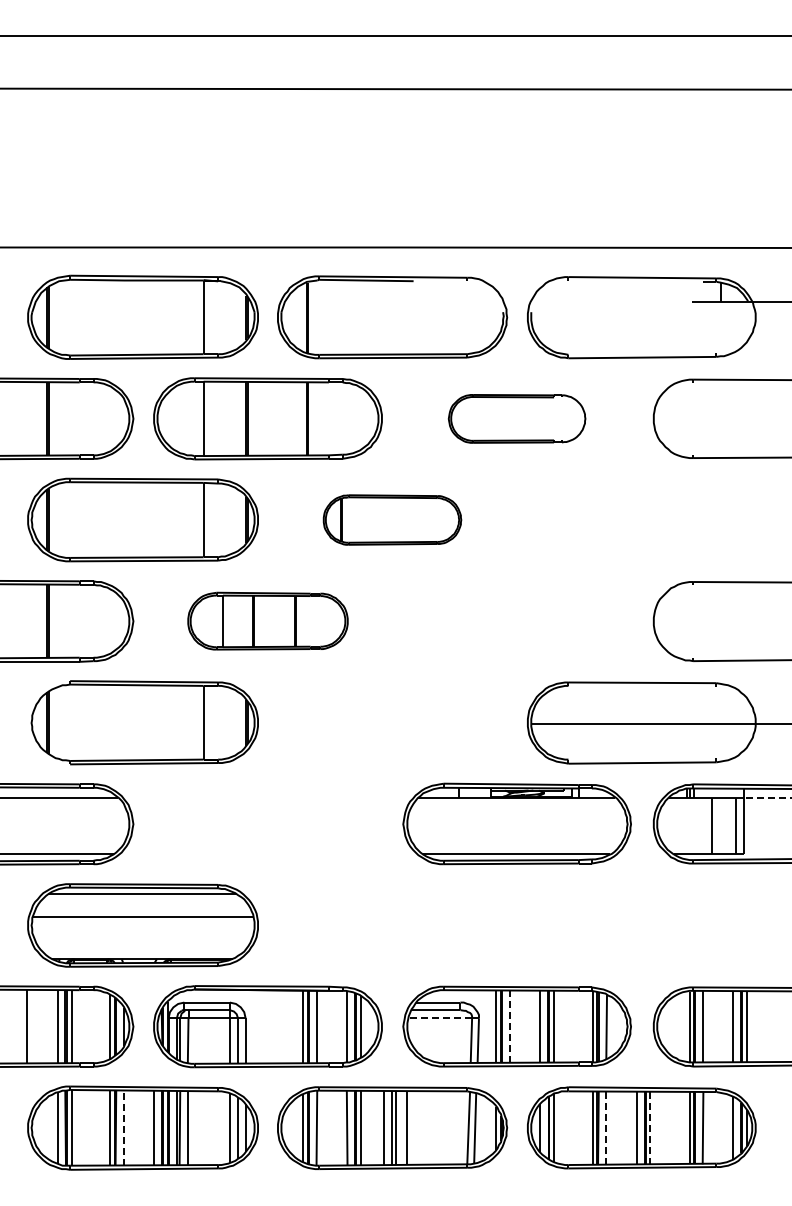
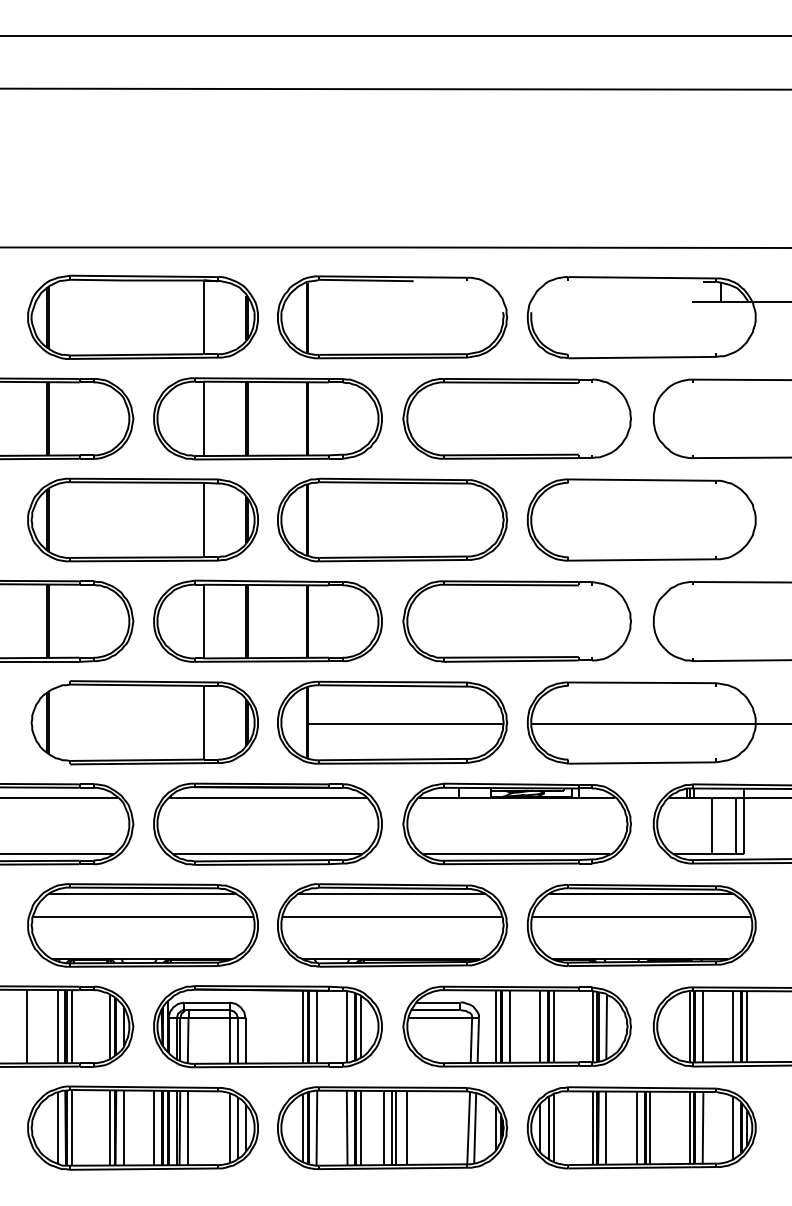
part at (516, 418) size: 140x50 px -> 230x82 px
part at (392, 519) size: 141x52 px -> 231x86 px
part at (641, 519): none -> present
part at (267, 620) size: 162x60 px -> 230x84 px
part at (516, 621): none -> present
part at (392, 722): none -> present
line at (767, 798): dashed -> solid
part at (267, 823): none -> present
part at (392, 925): none -> present
part at (641, 925): none -> present
line at (440, 1018): dashed -> solid
line at (509, 1026): dashed -> solid
line at (123, 1128): dashed -> solid
line at (606, 1128): dashed -> solid
line at (650, 1128): dashed -> solid
